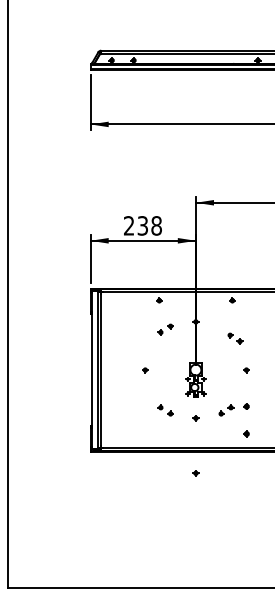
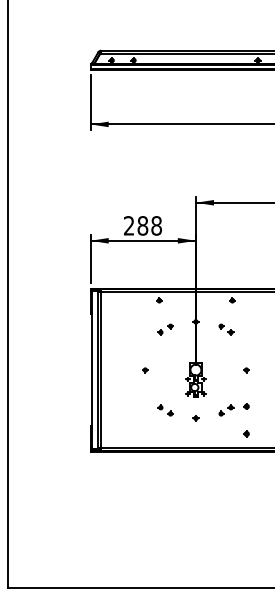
text at (142, 225): 238 -> 288
part at (235, 338) position: (235, 338) -> (226, 329)
part at (195, 473): present -> none
